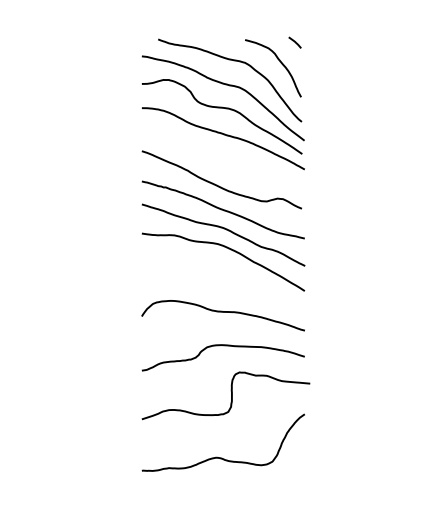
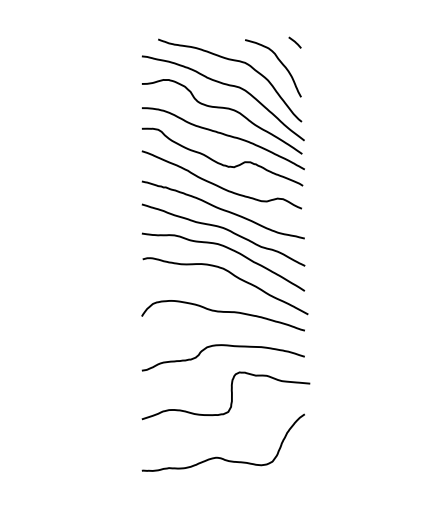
curve at (219, 162): none -> present
curve at (233, 276): none -> present
